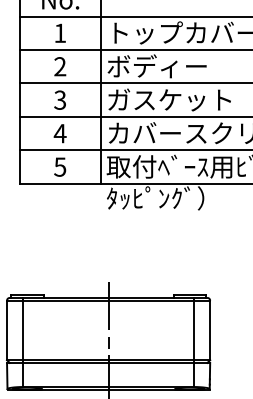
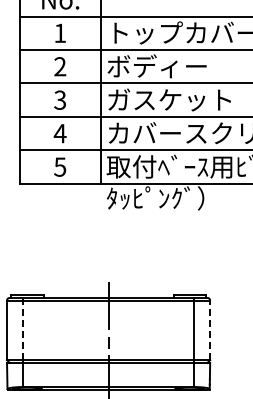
line at (23, 330): solid -> dashed
line at (210, 330): solid -> dashed
